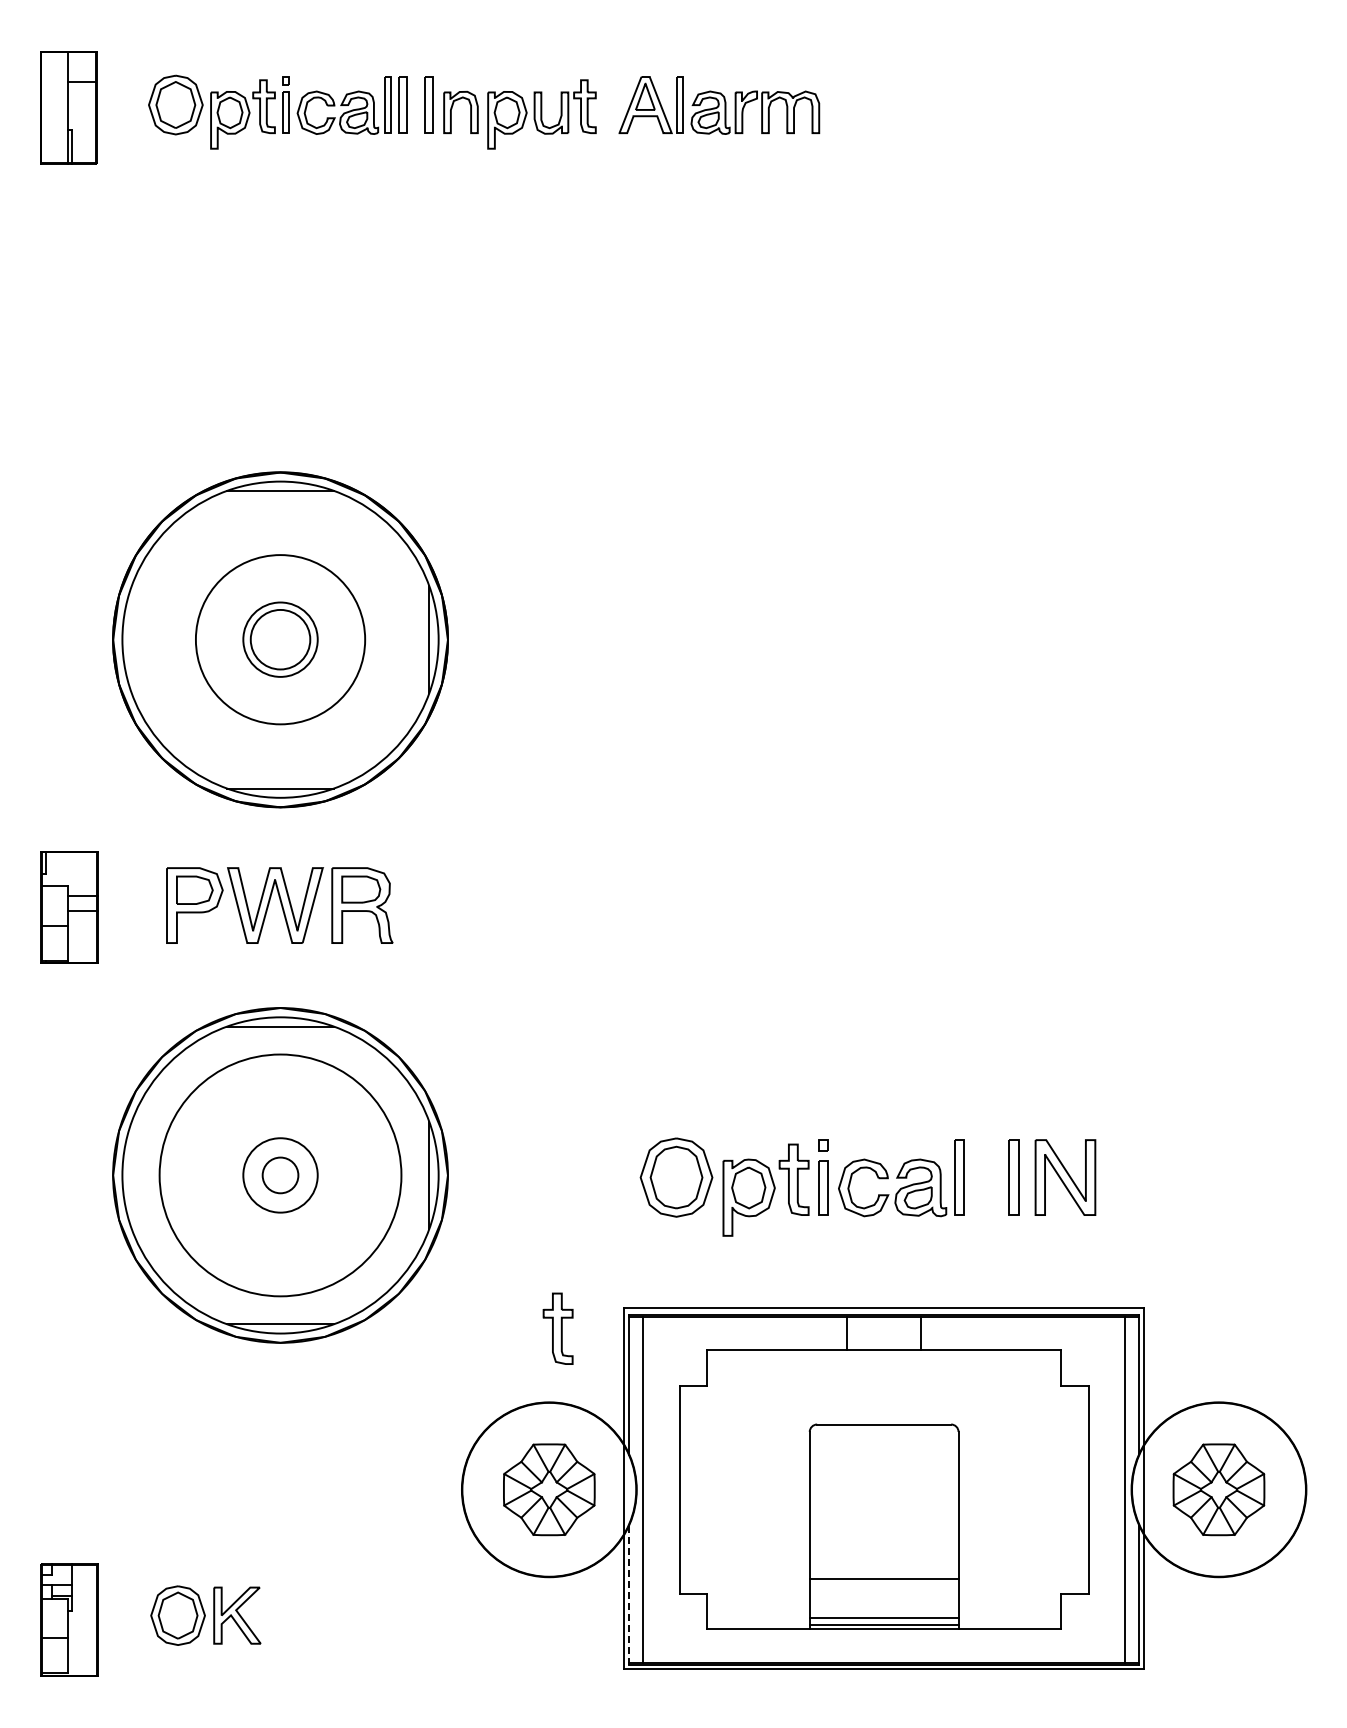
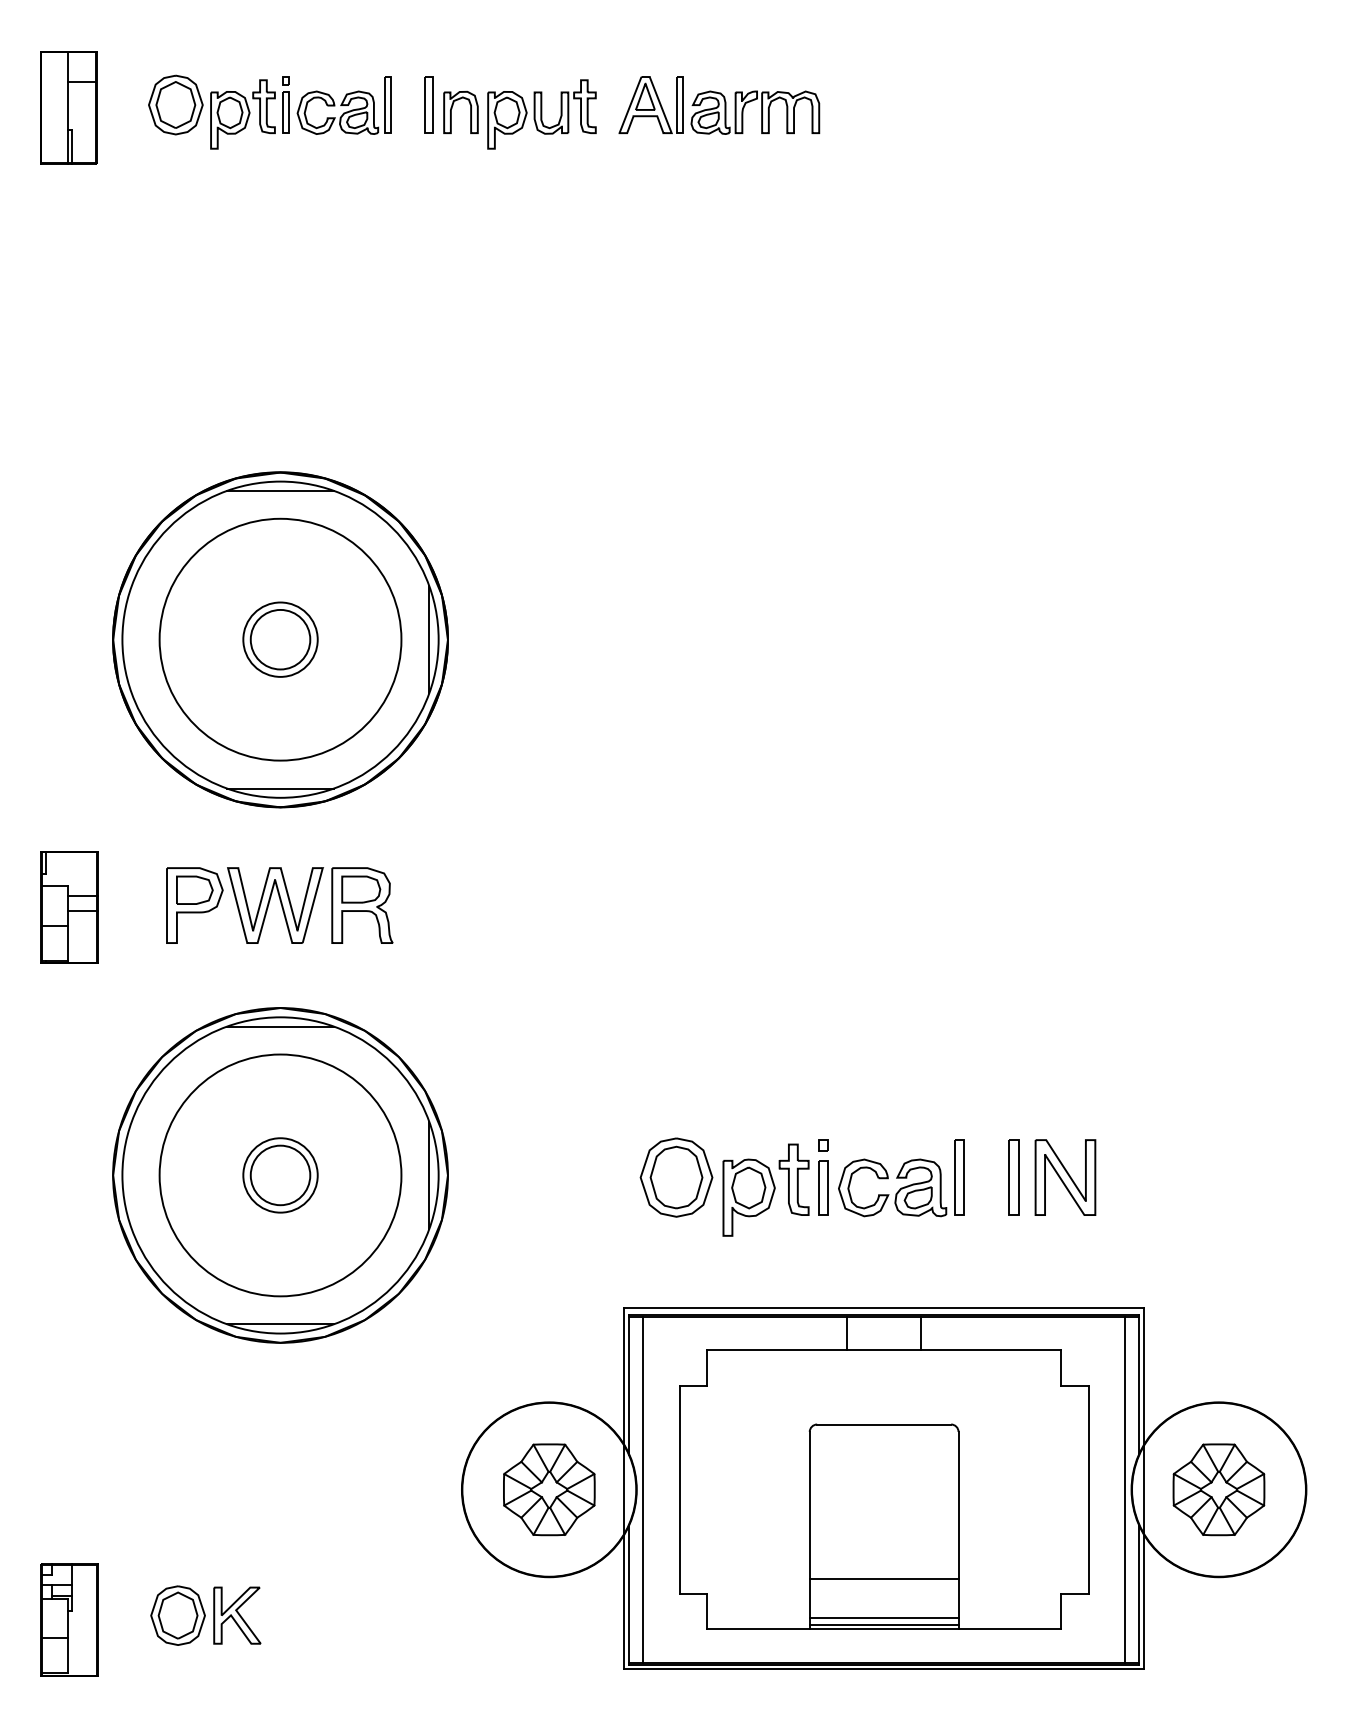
part at (402, 104): present -> none
circle at (280, 639) diameter: 169 px -> 242 px
circle at (280, 1175) diameter: 36 px -> 60 px
part at (557, 1328): present -> none
line at (629, 1594): dashed -> solid
